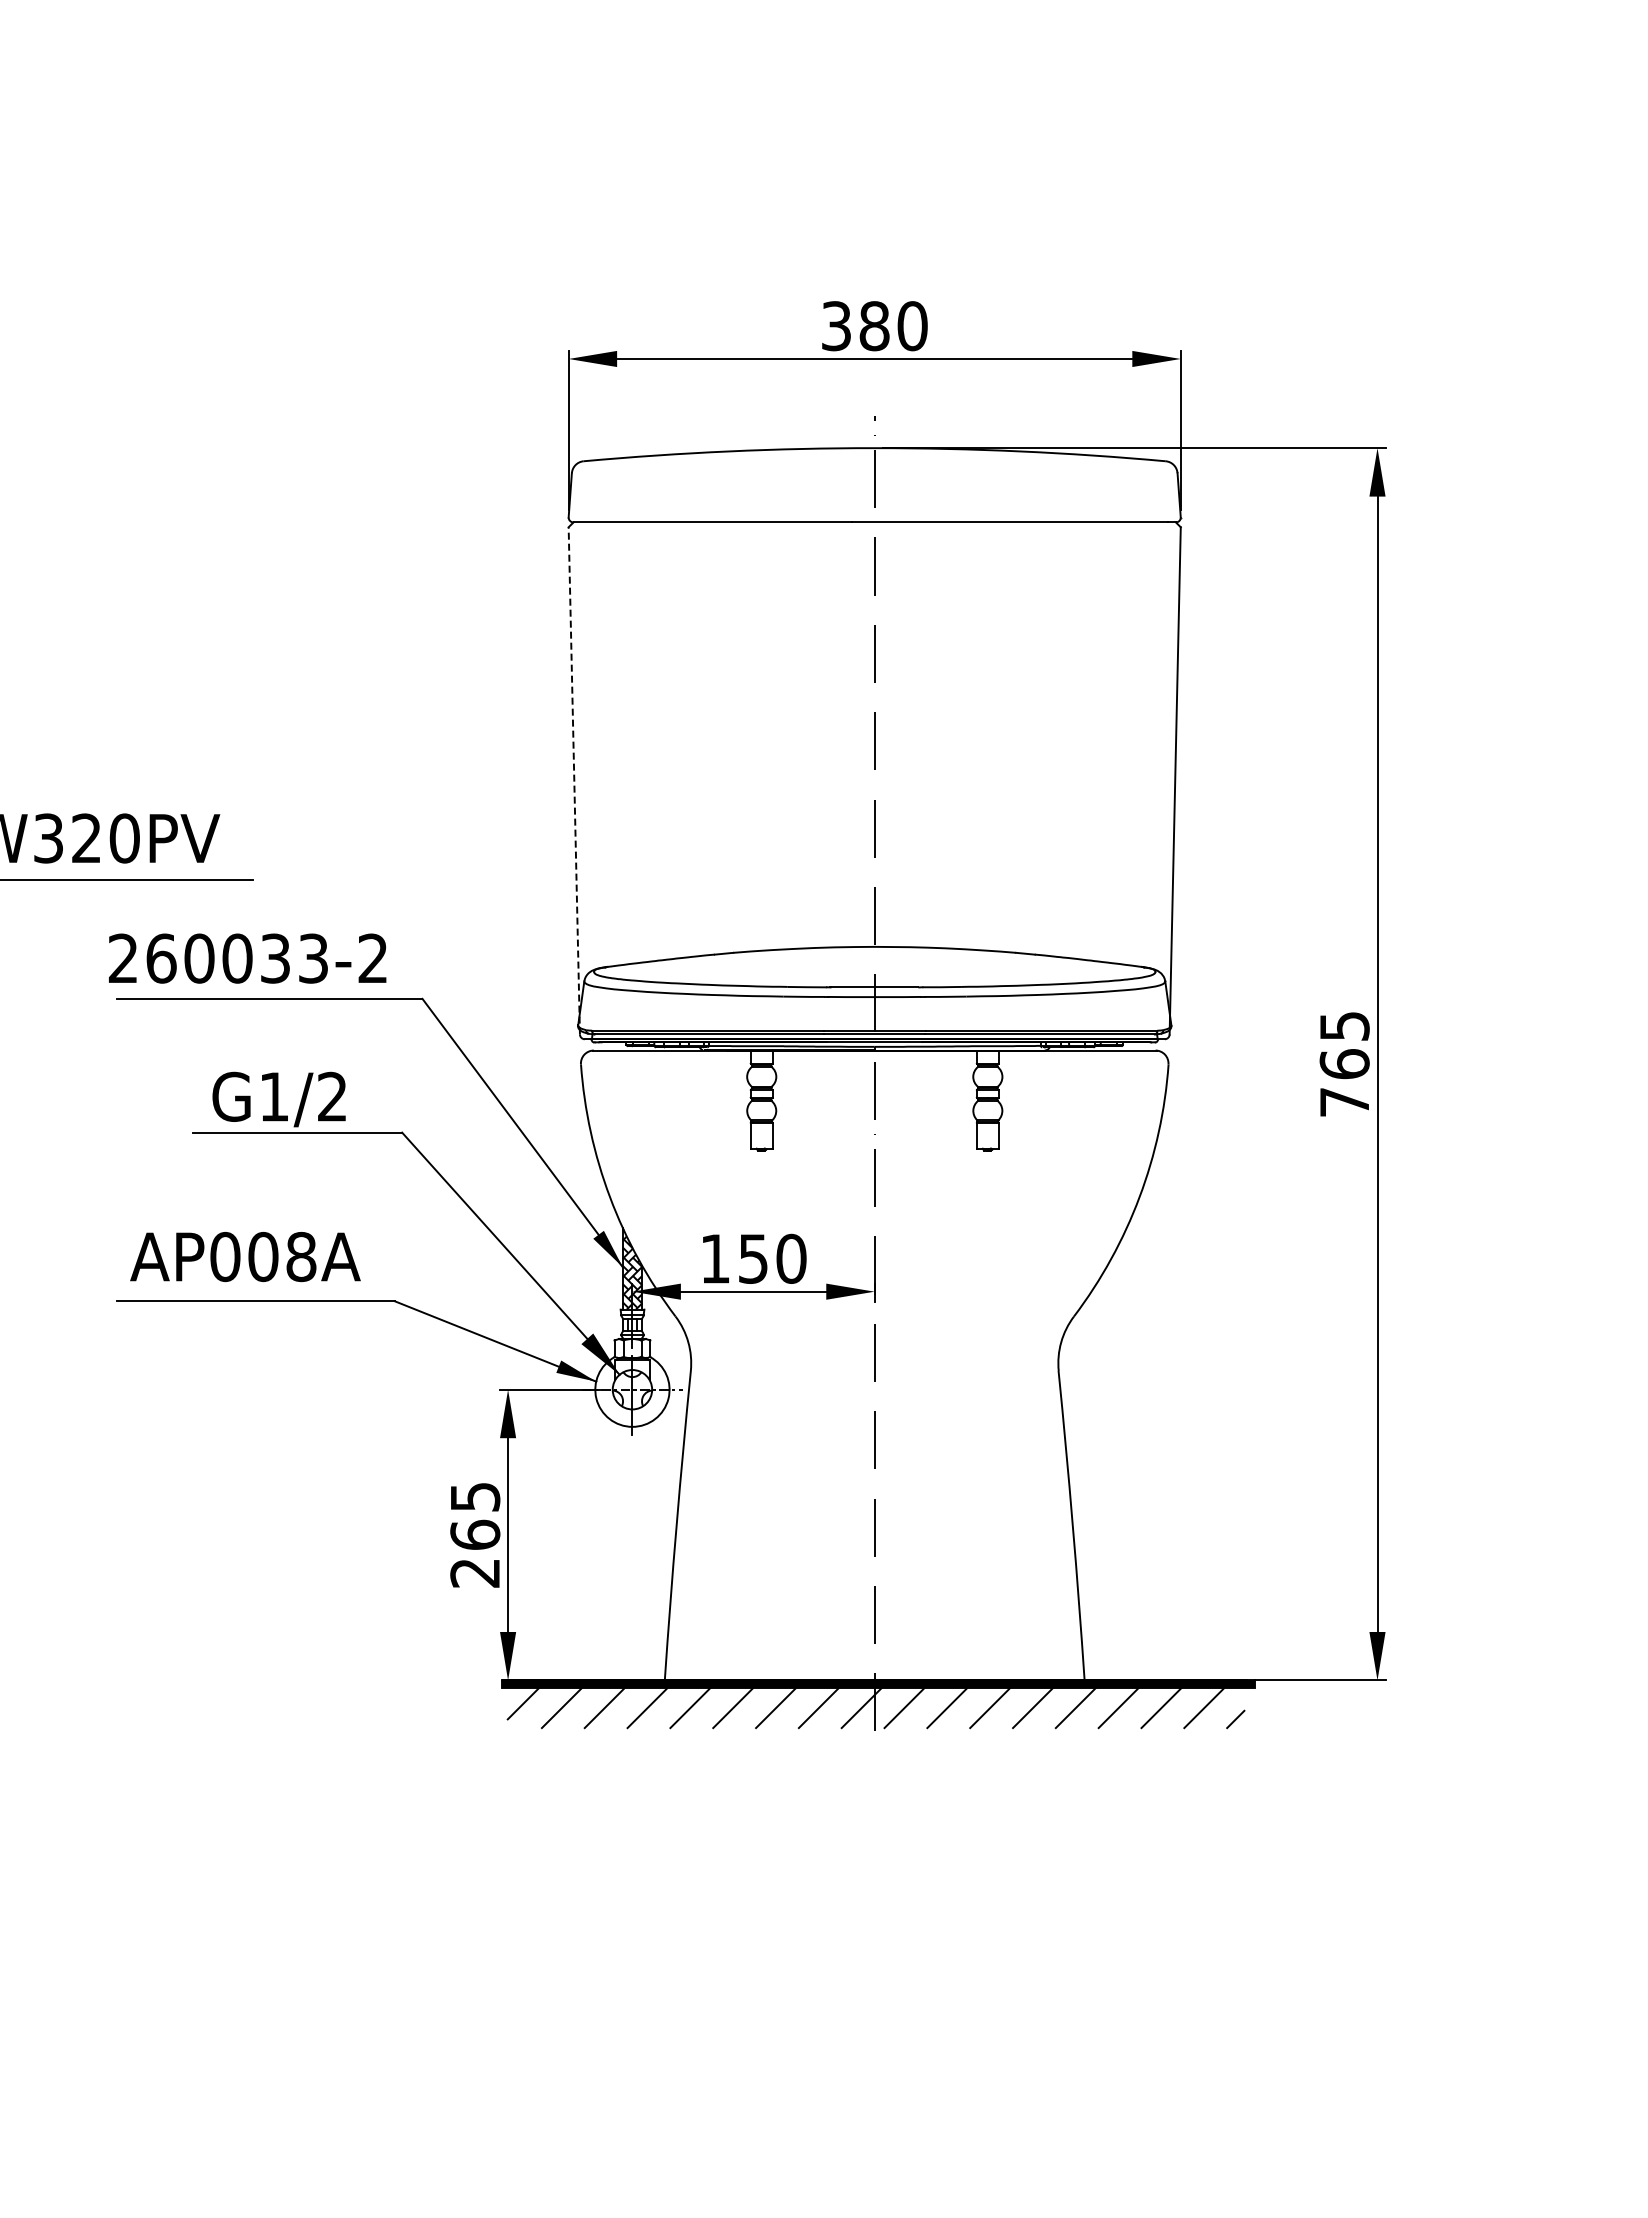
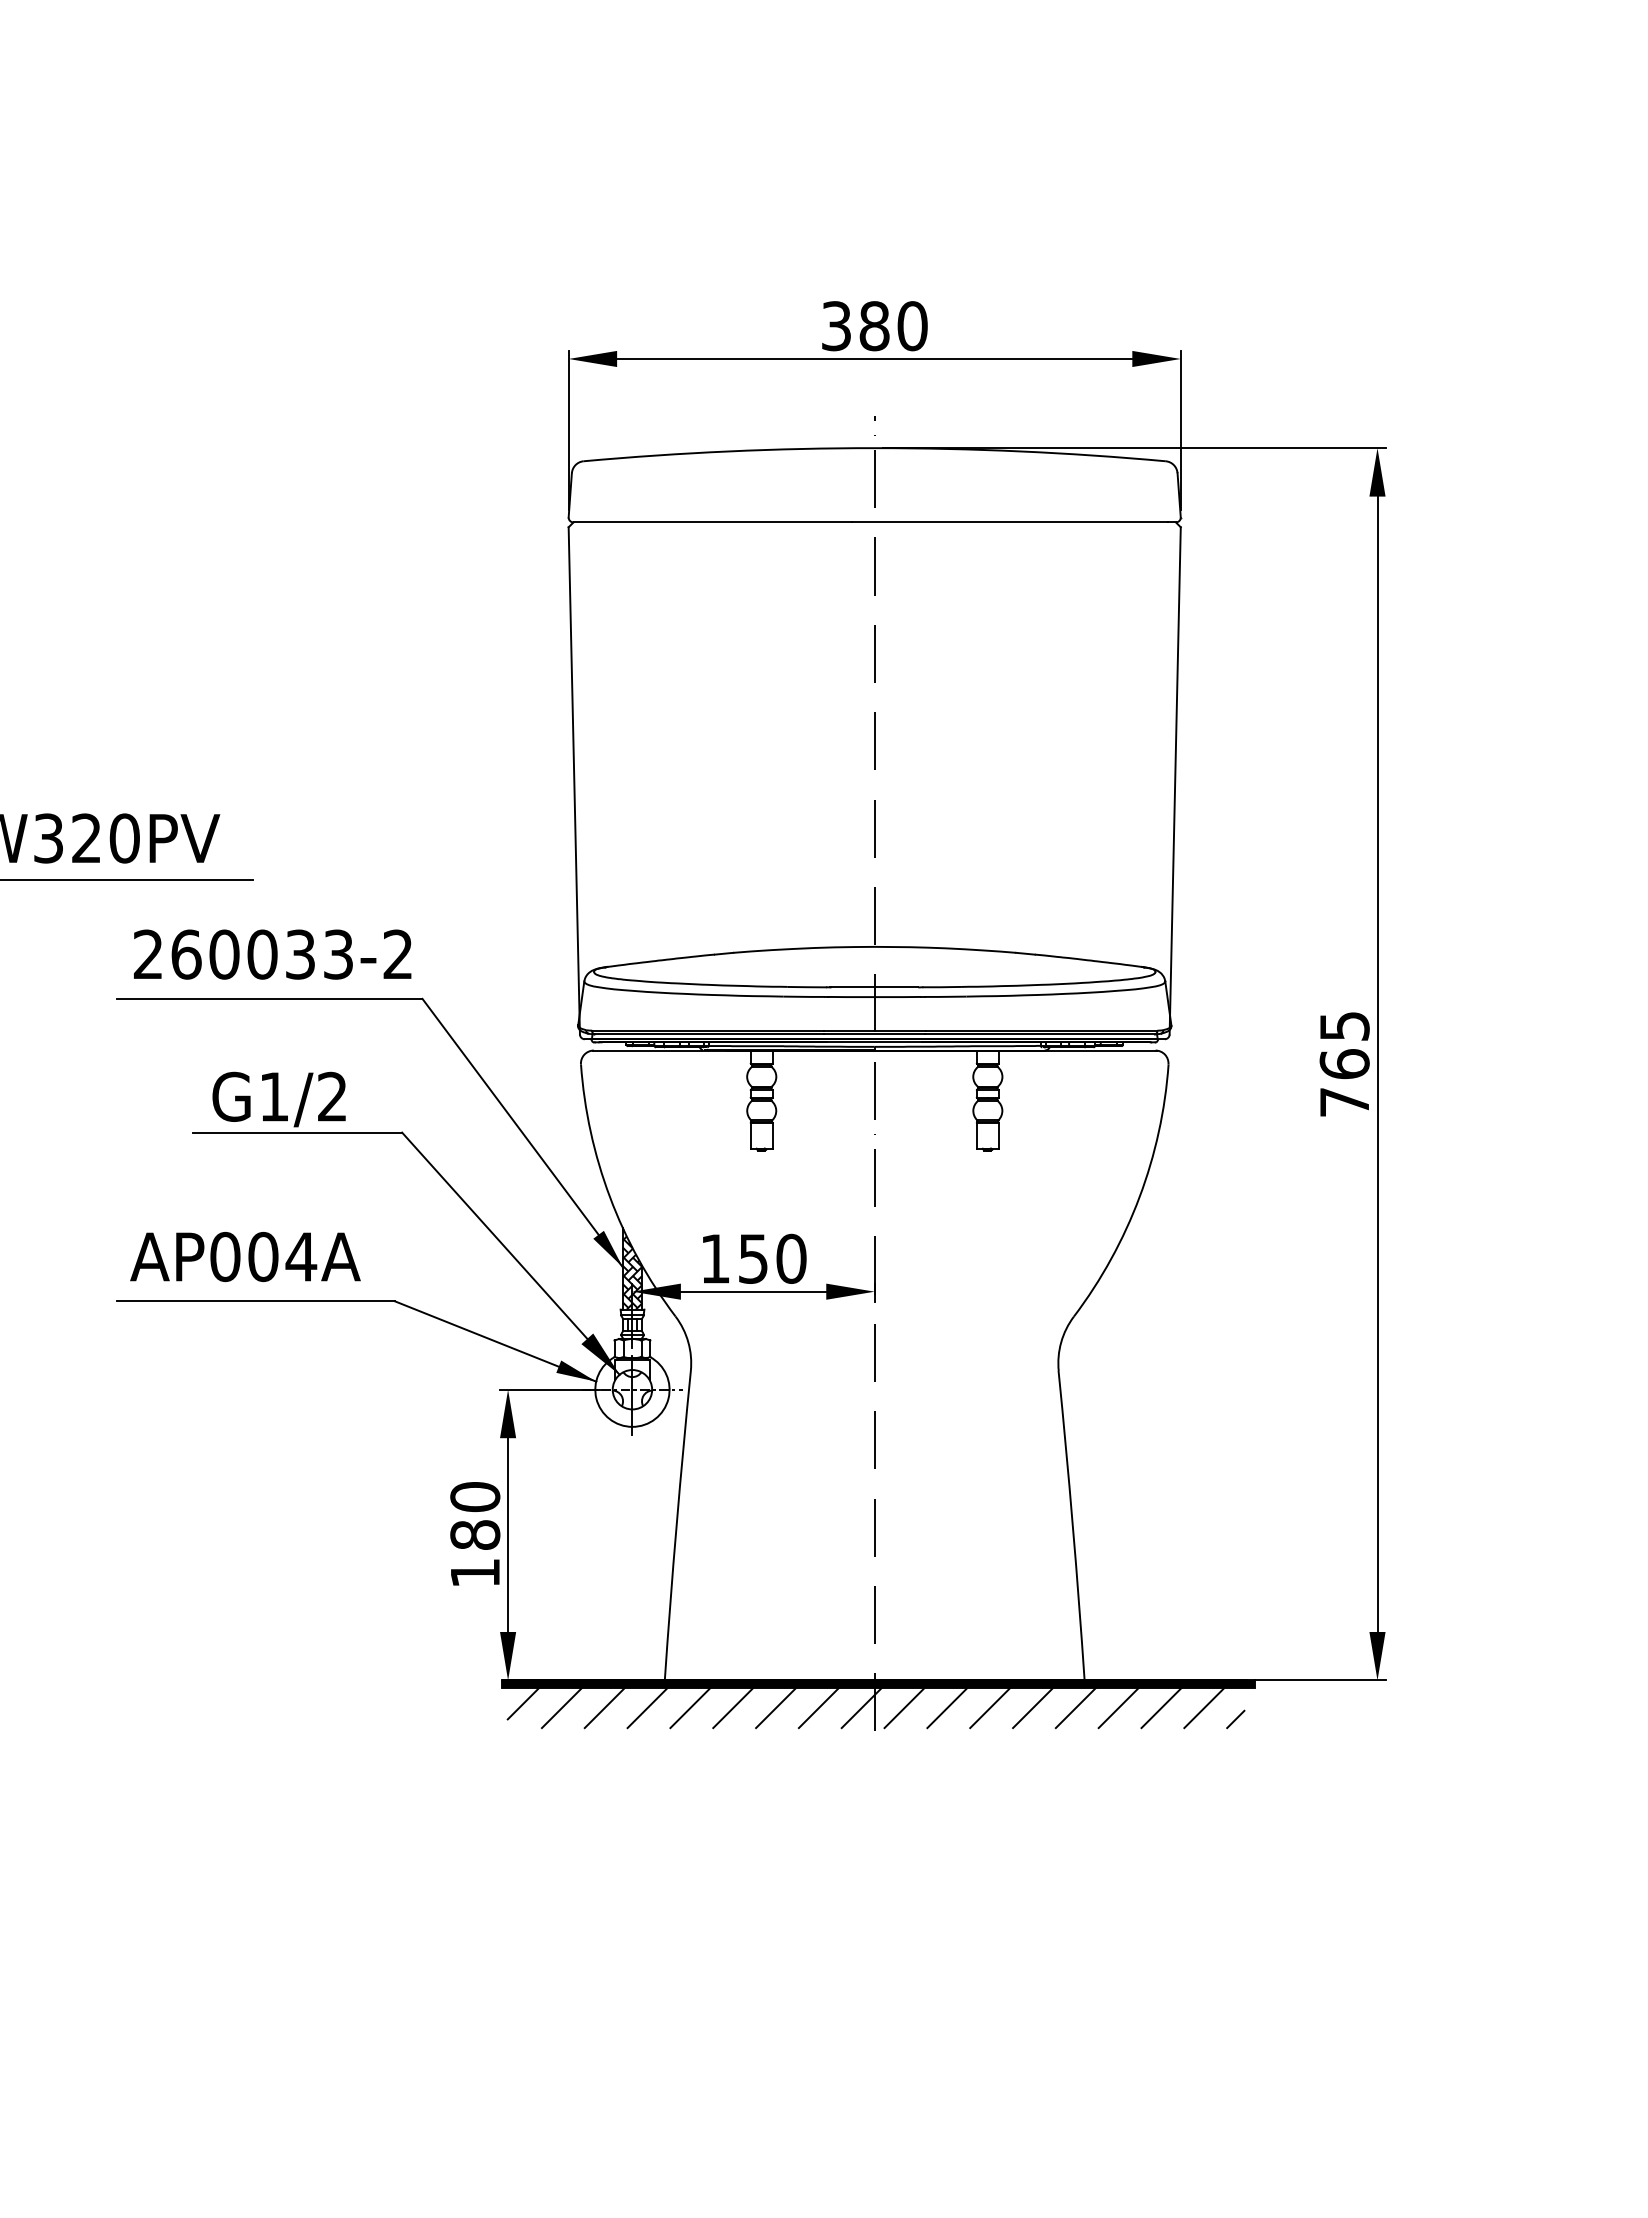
line at (574, 780): dashed -> solid
text at (247, 958) position: (247, 958) -> (272, 954)
text at (301, 1256): AP008A -> AP004A
text at (475, 1534): 265 -> 180
